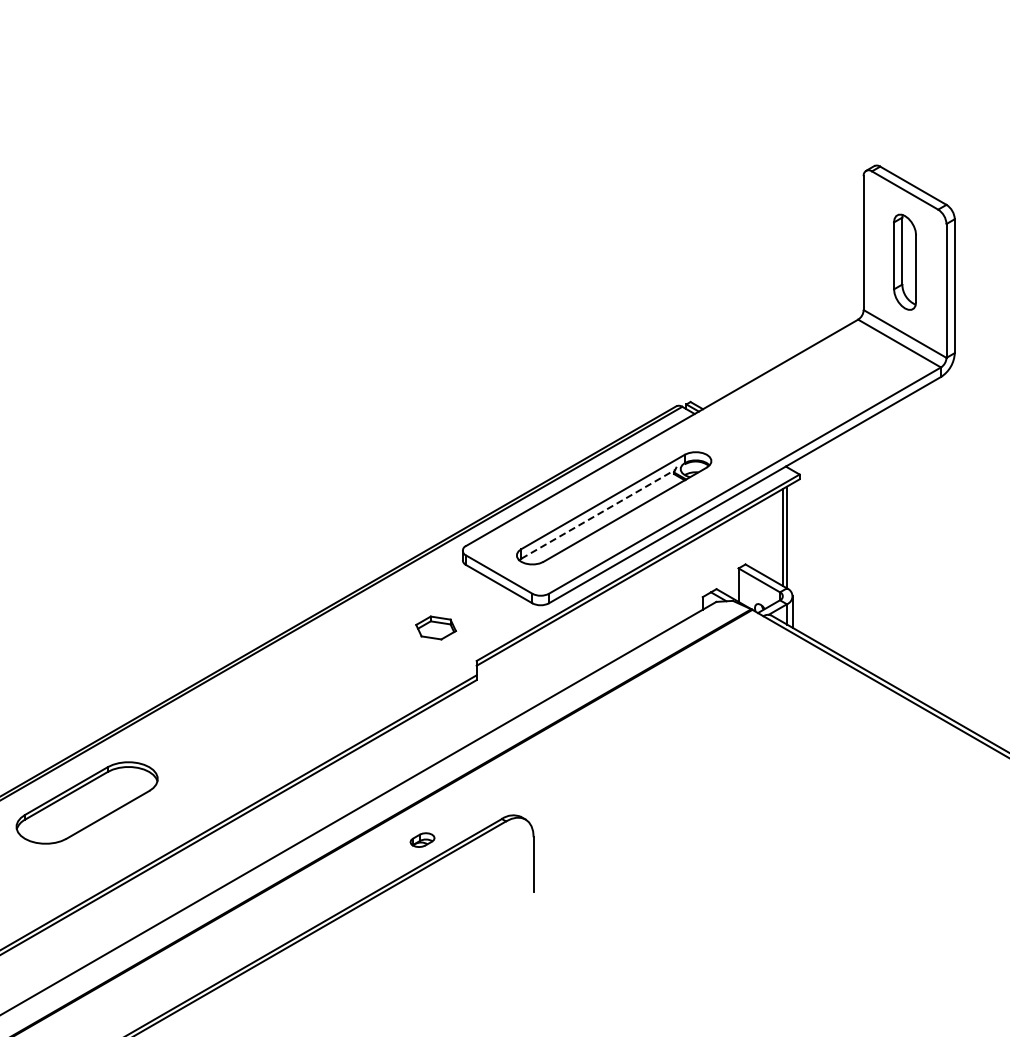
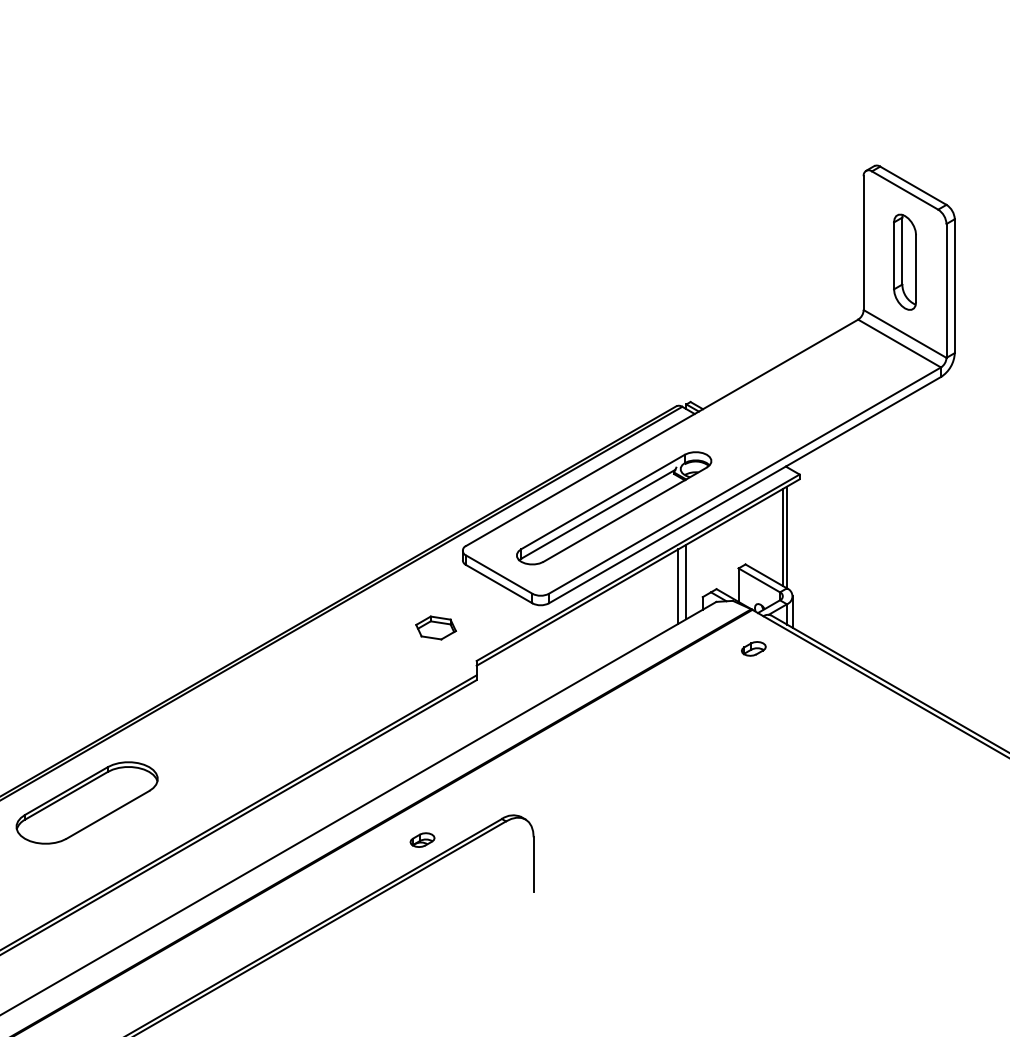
line at (598, 514): dashed -> solid
line at (686, 581): none -> present
line at (678, 586): none -> present
part at (753, 648): none -> present
